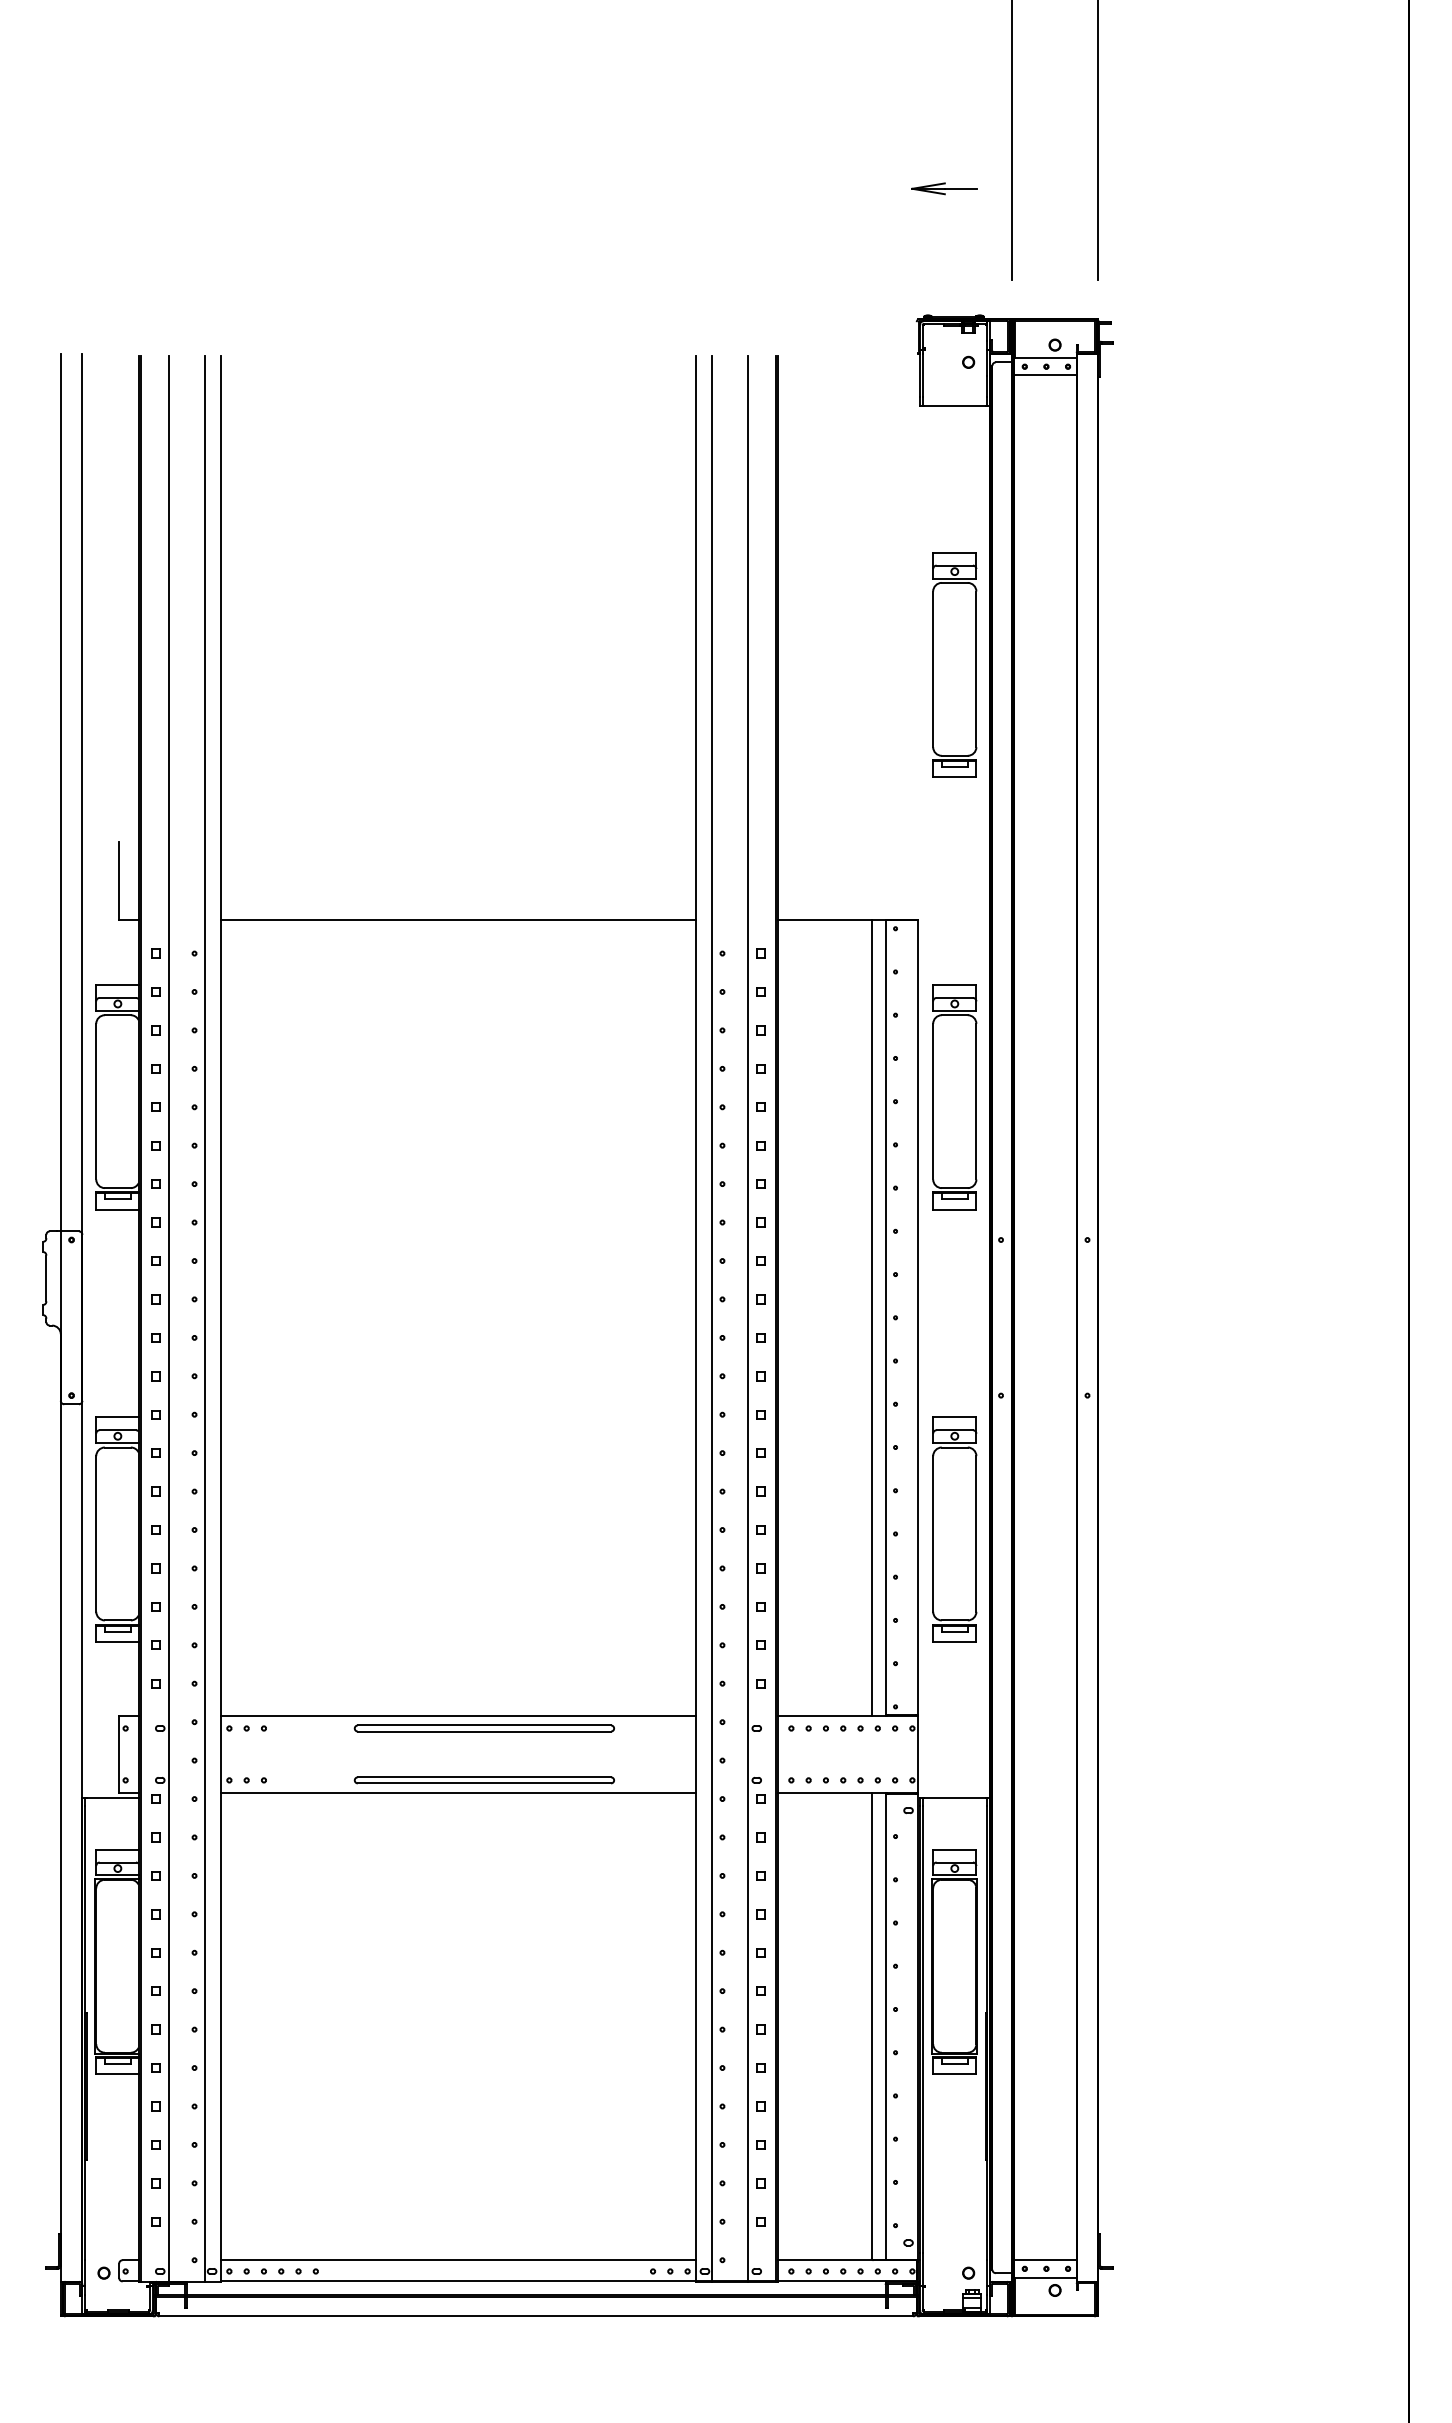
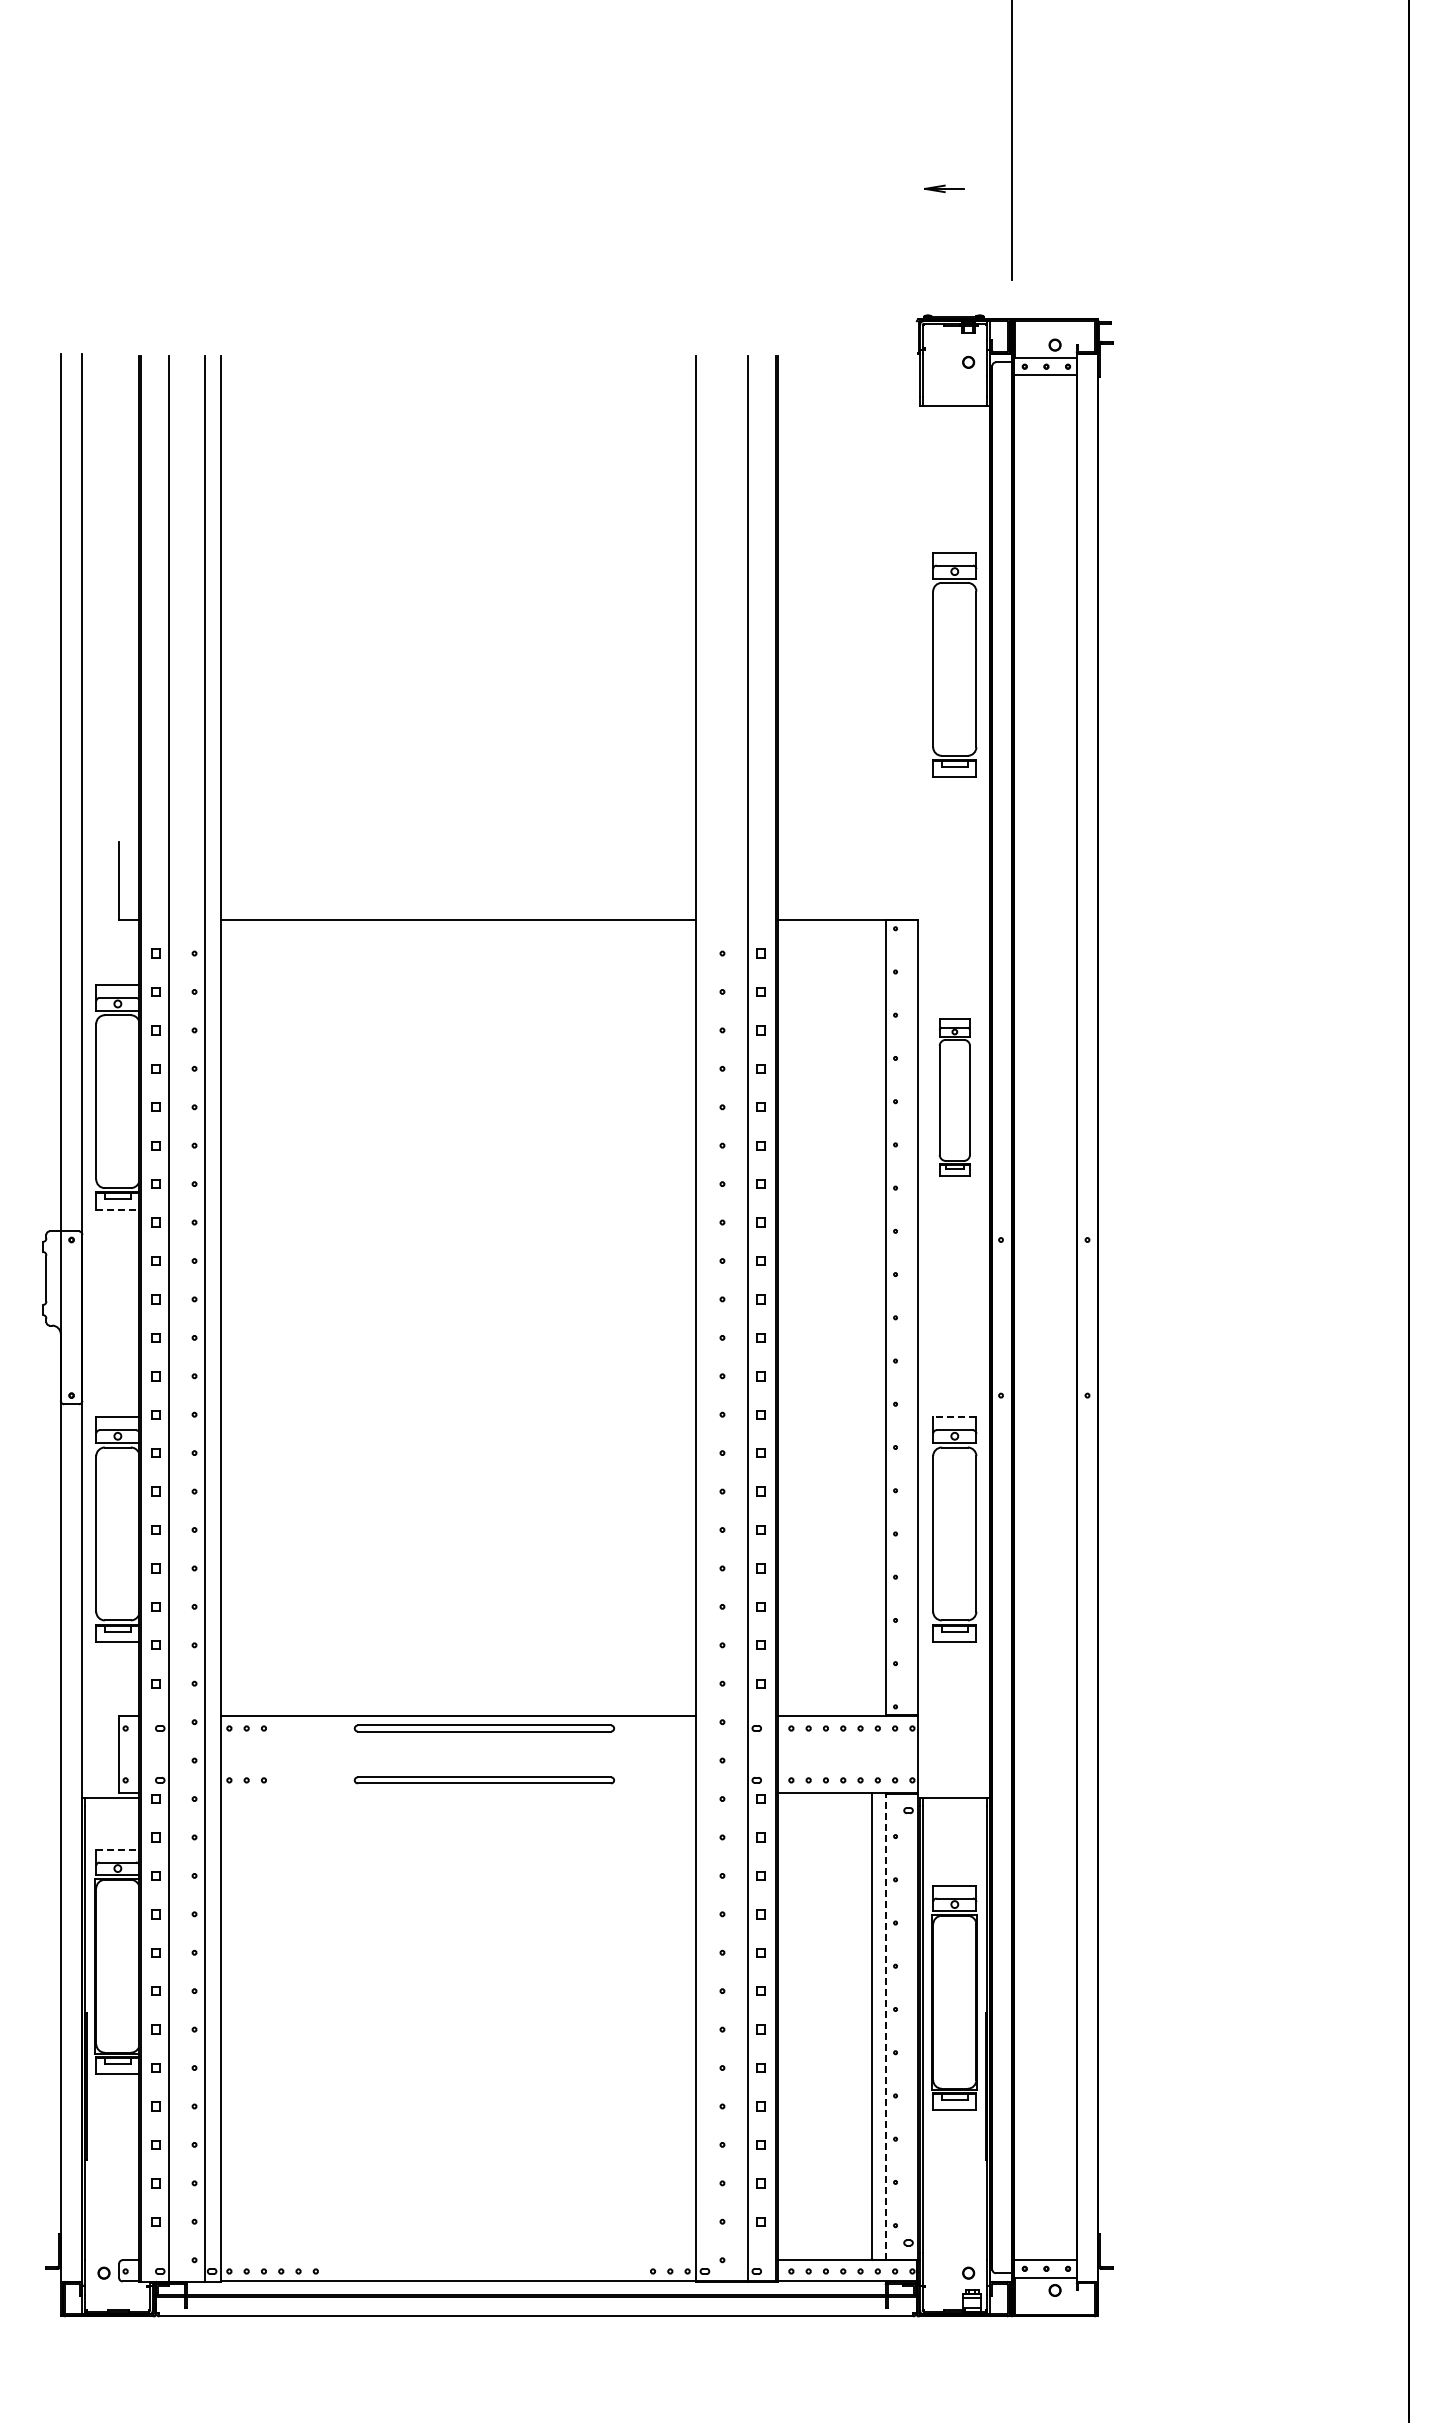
line at (1098, 141): present -> none
part at (944, 188) size: 67x14 px -> 41x9 px
part at (954, 1097) size: 46x227 px -> 33x159 px
line at (117, 1209): solid -> dashed
line at (871, 1317): present -> none
line at (712, 1318): present -> none
line at (954, 1417): solid -> dashed
line at (458, 1793): present -> none
line at (117, 1849): solid -> dashed
part at (954, 1961) position: (954, 1961) -> (954, 1997)
line at (885, 2026): solid -> dashed
line at (458, 2260): present -> none
